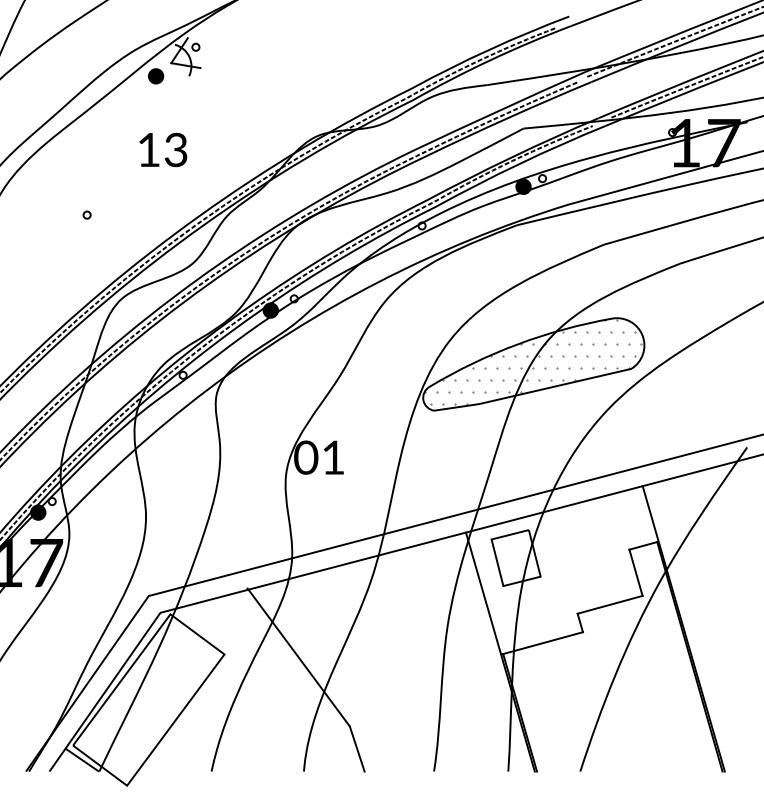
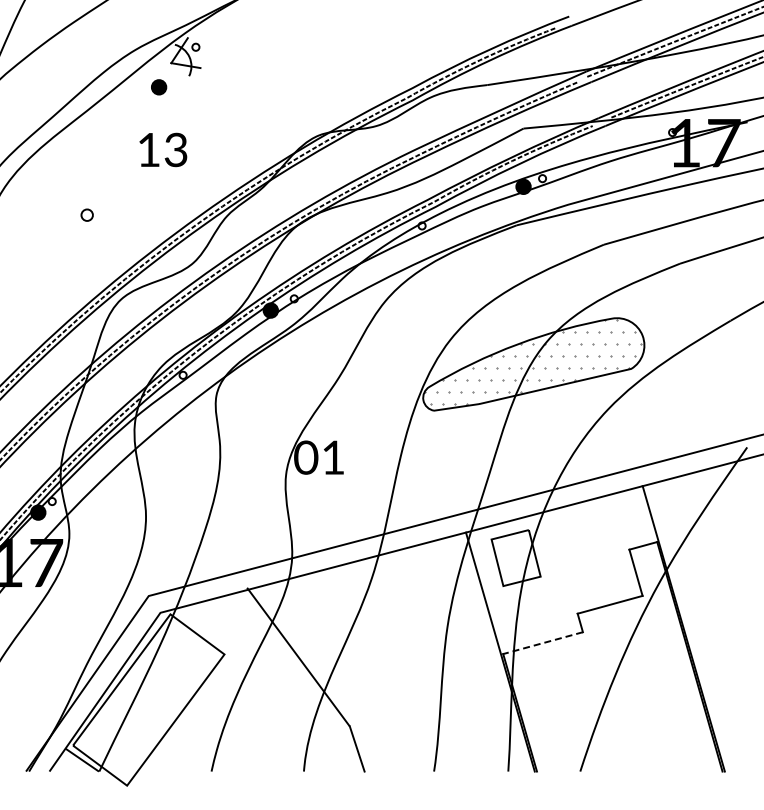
part at (156, 76) position: (156, 76) -> (159, 87)
circle at (86, 214) size: 10x10 px -> 14x14 px
line at (542, 643): solid -> dashed
